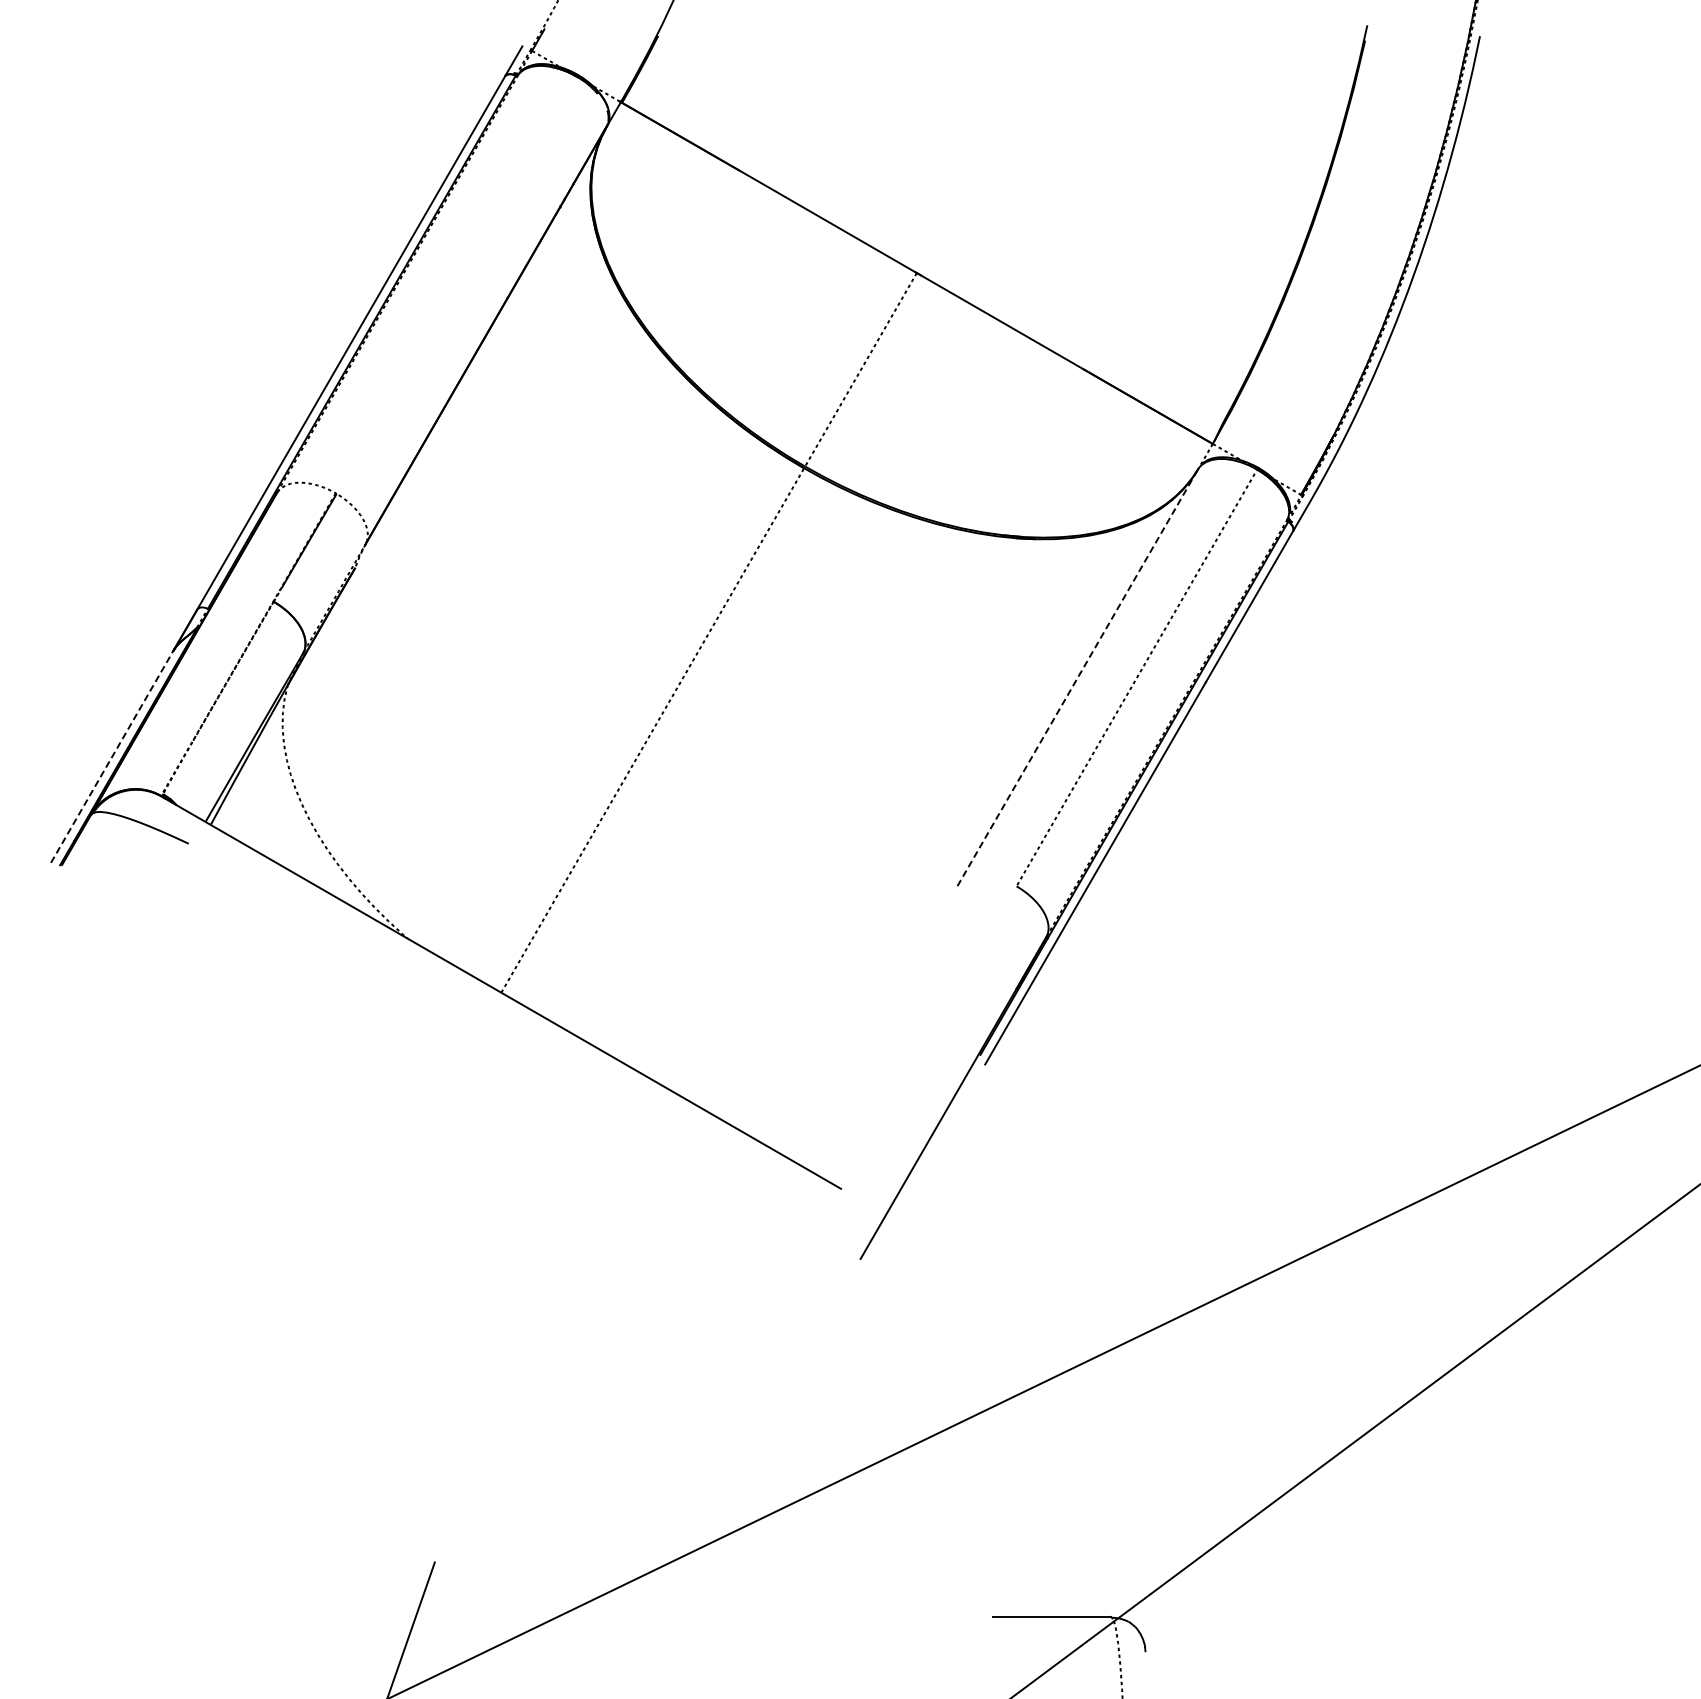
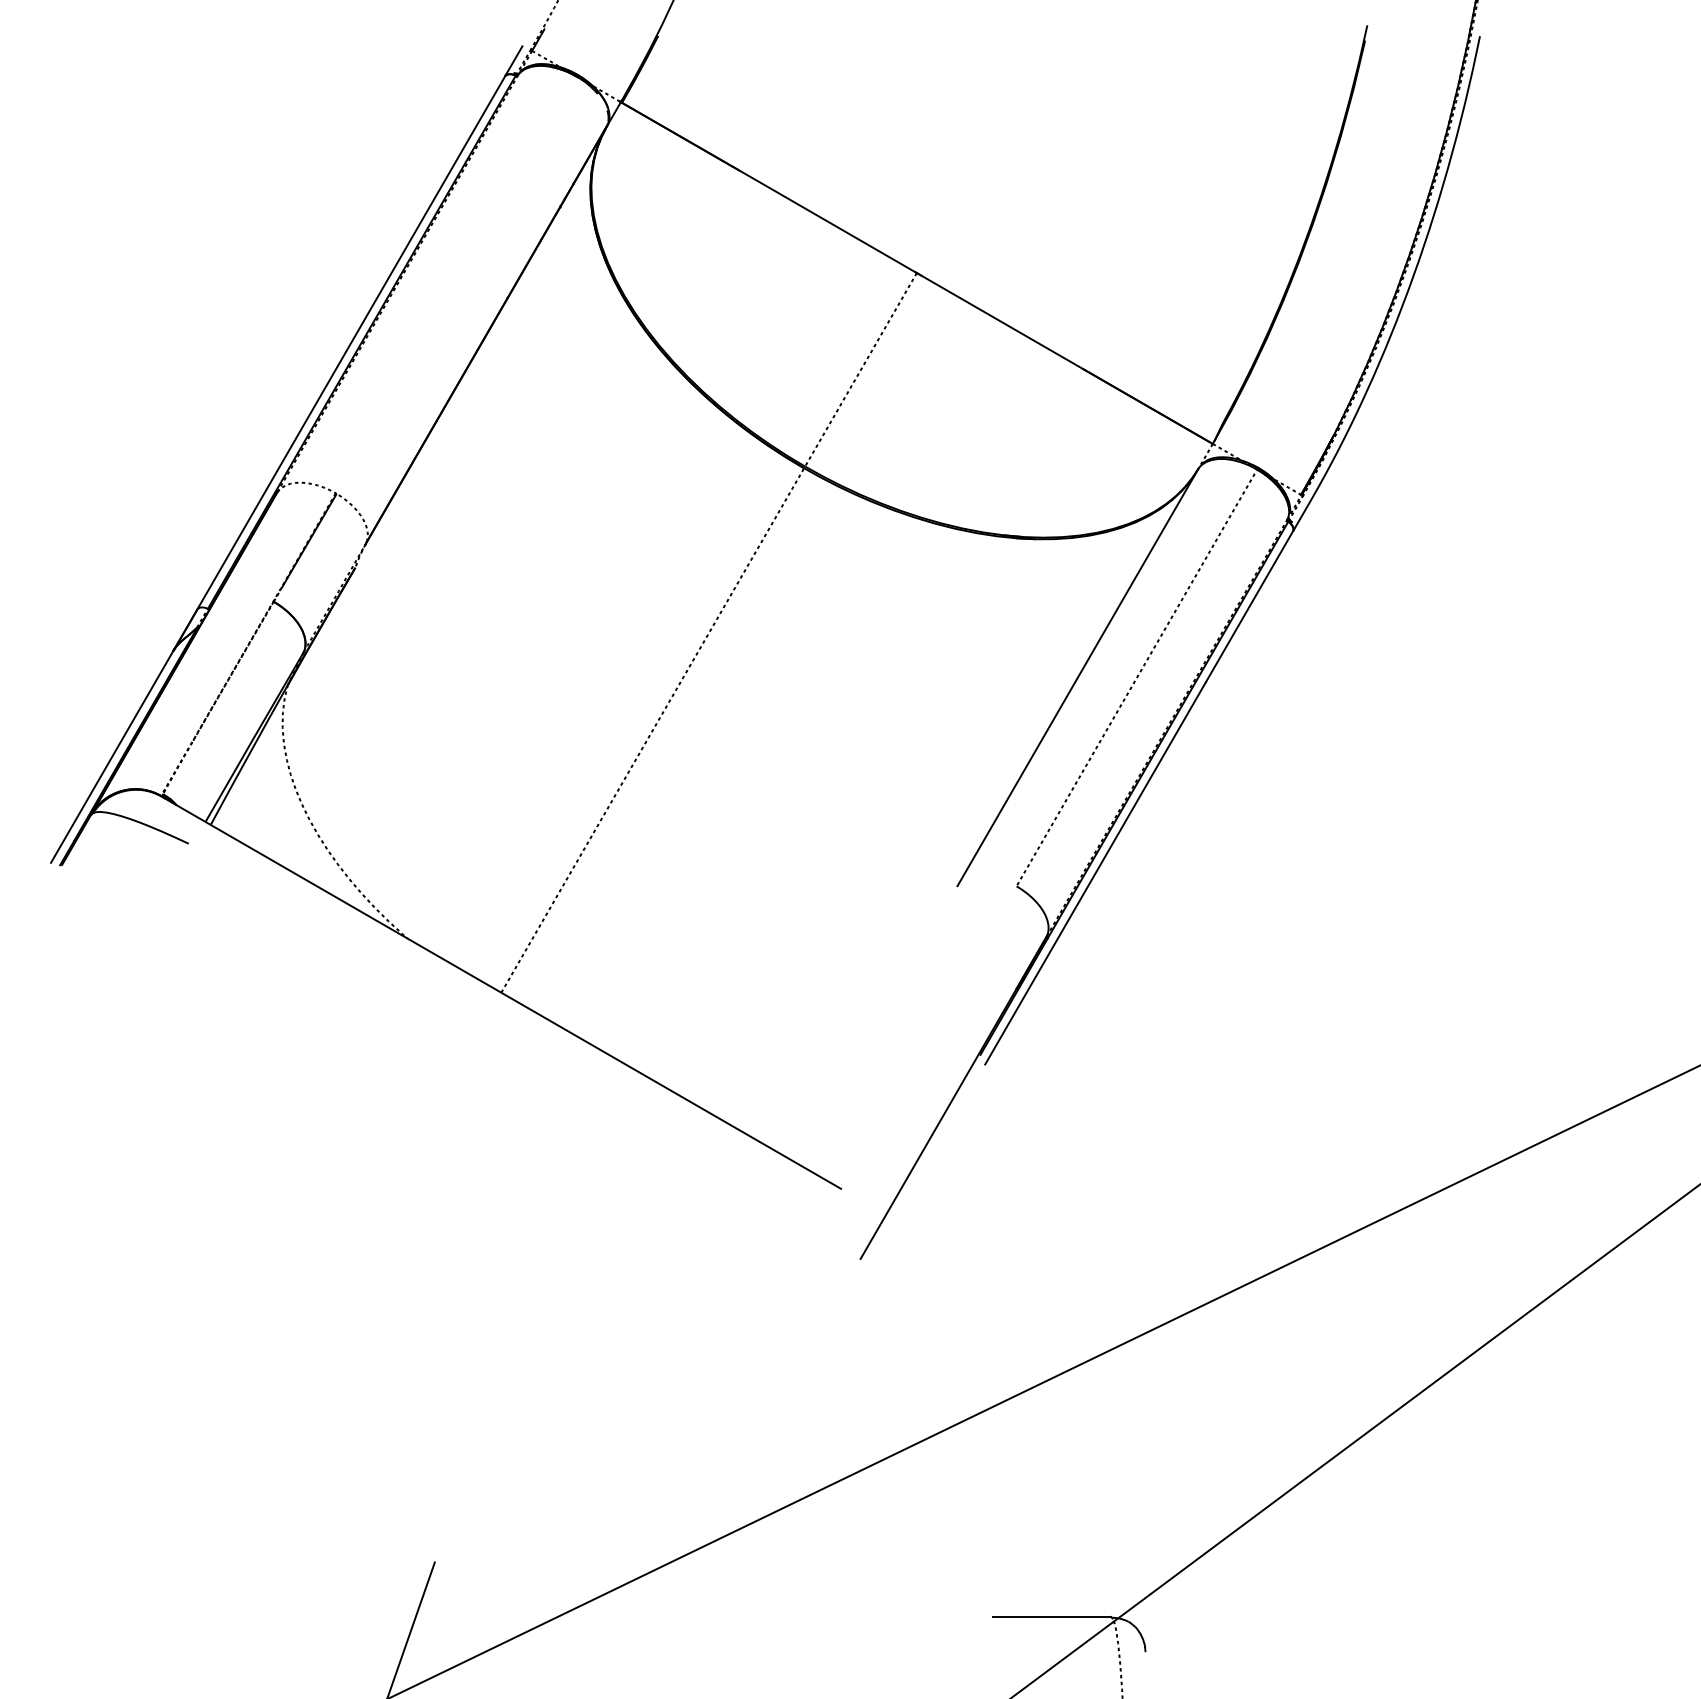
line at (1077, 677): dashed -> solid
line at (112, 756): dashed -> solid
